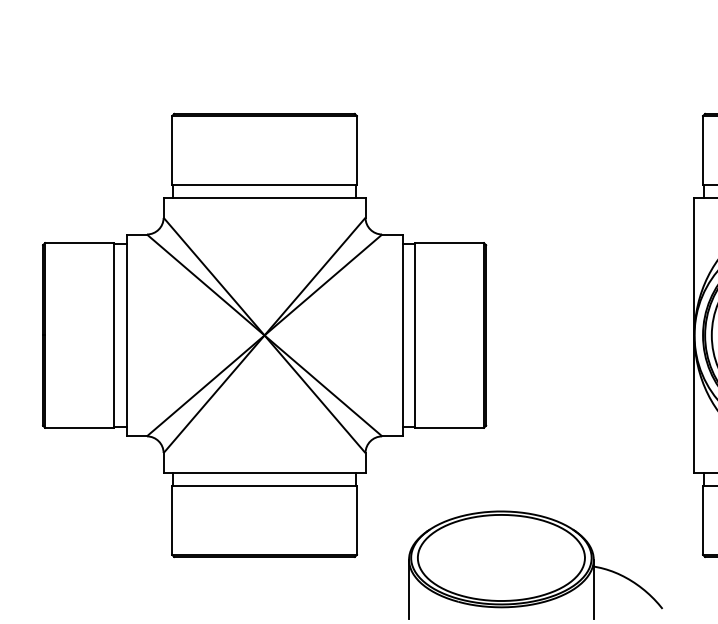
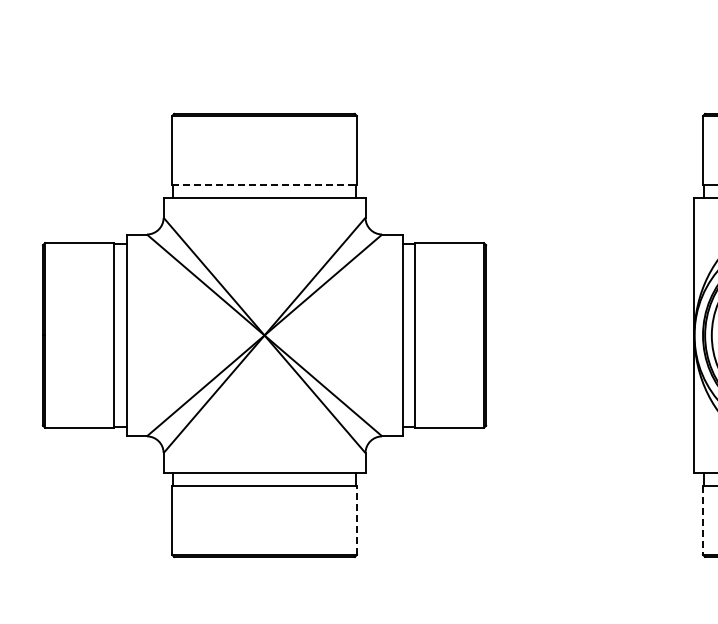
line at (265, 184): solid -> dashed
line at (356, 519): solid -> dashed
line at (703, 520): solid -> dashed
part at (535, 564): present -> none
